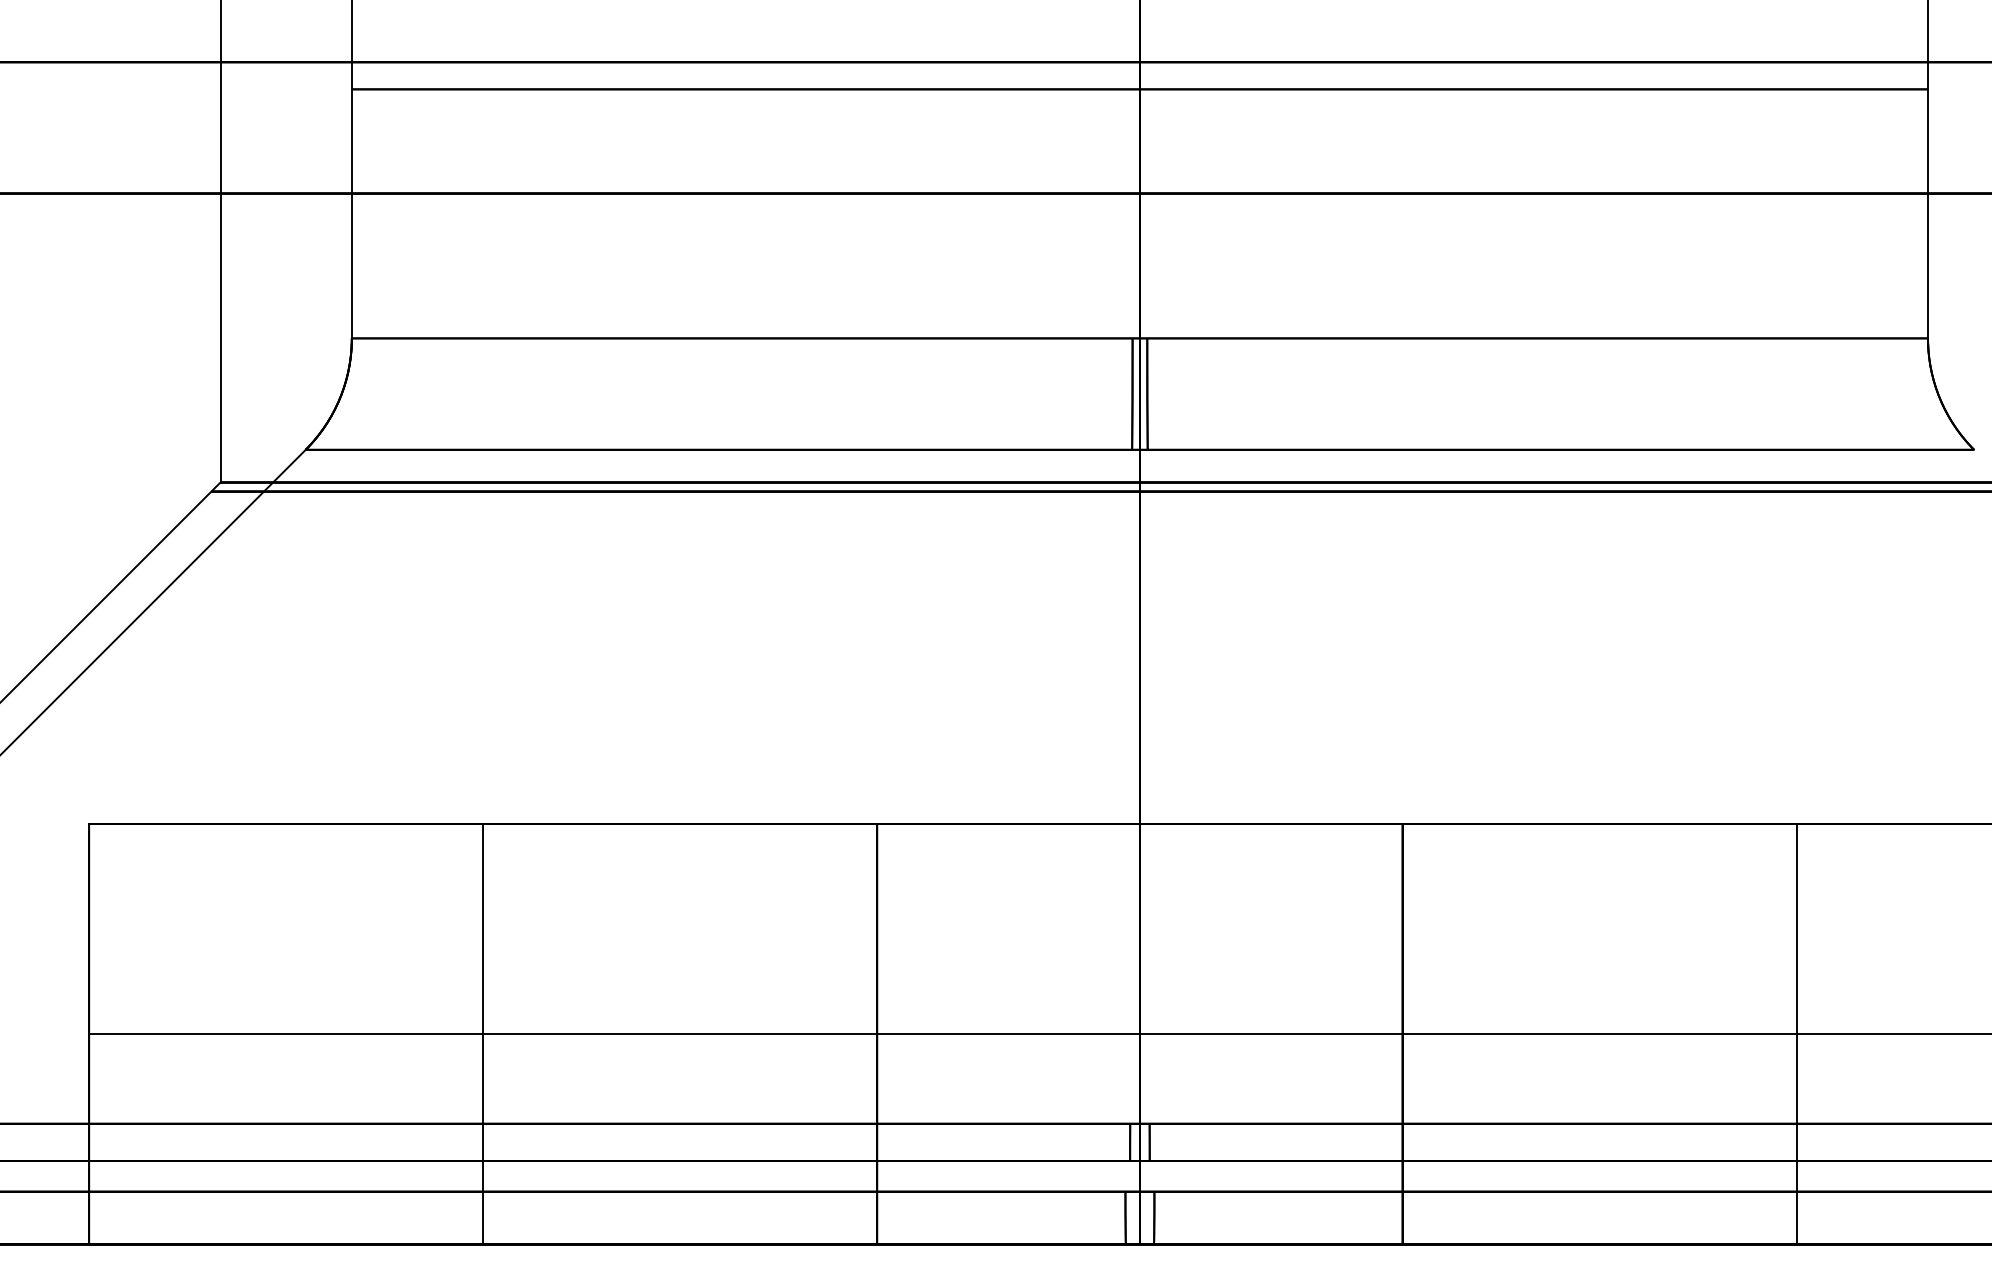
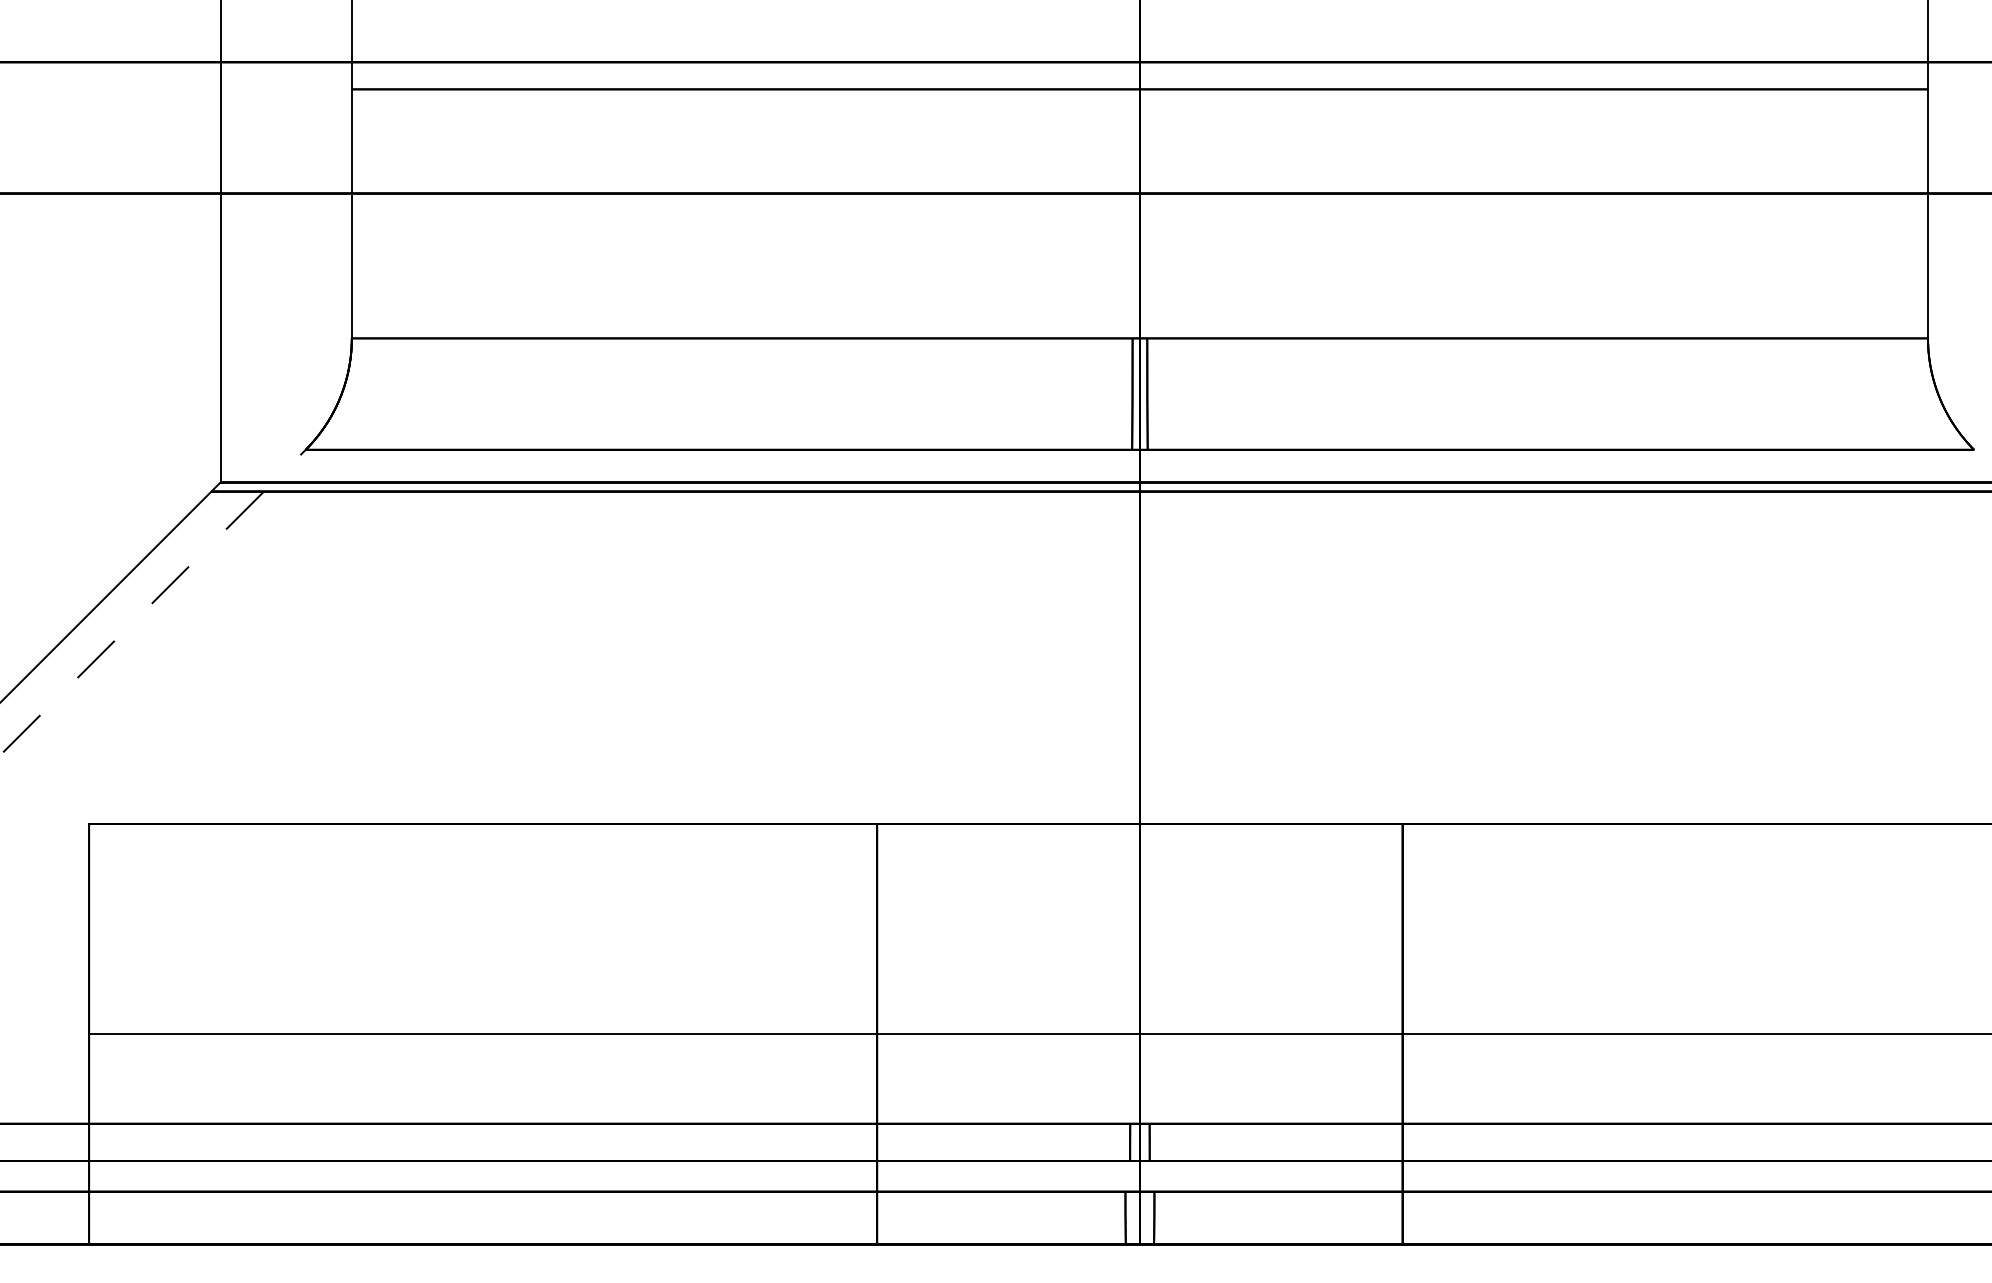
line at (153, 602): solid -> dashed
line at (483, 1034): present -> none
line at (1796, 1034): present -> none
